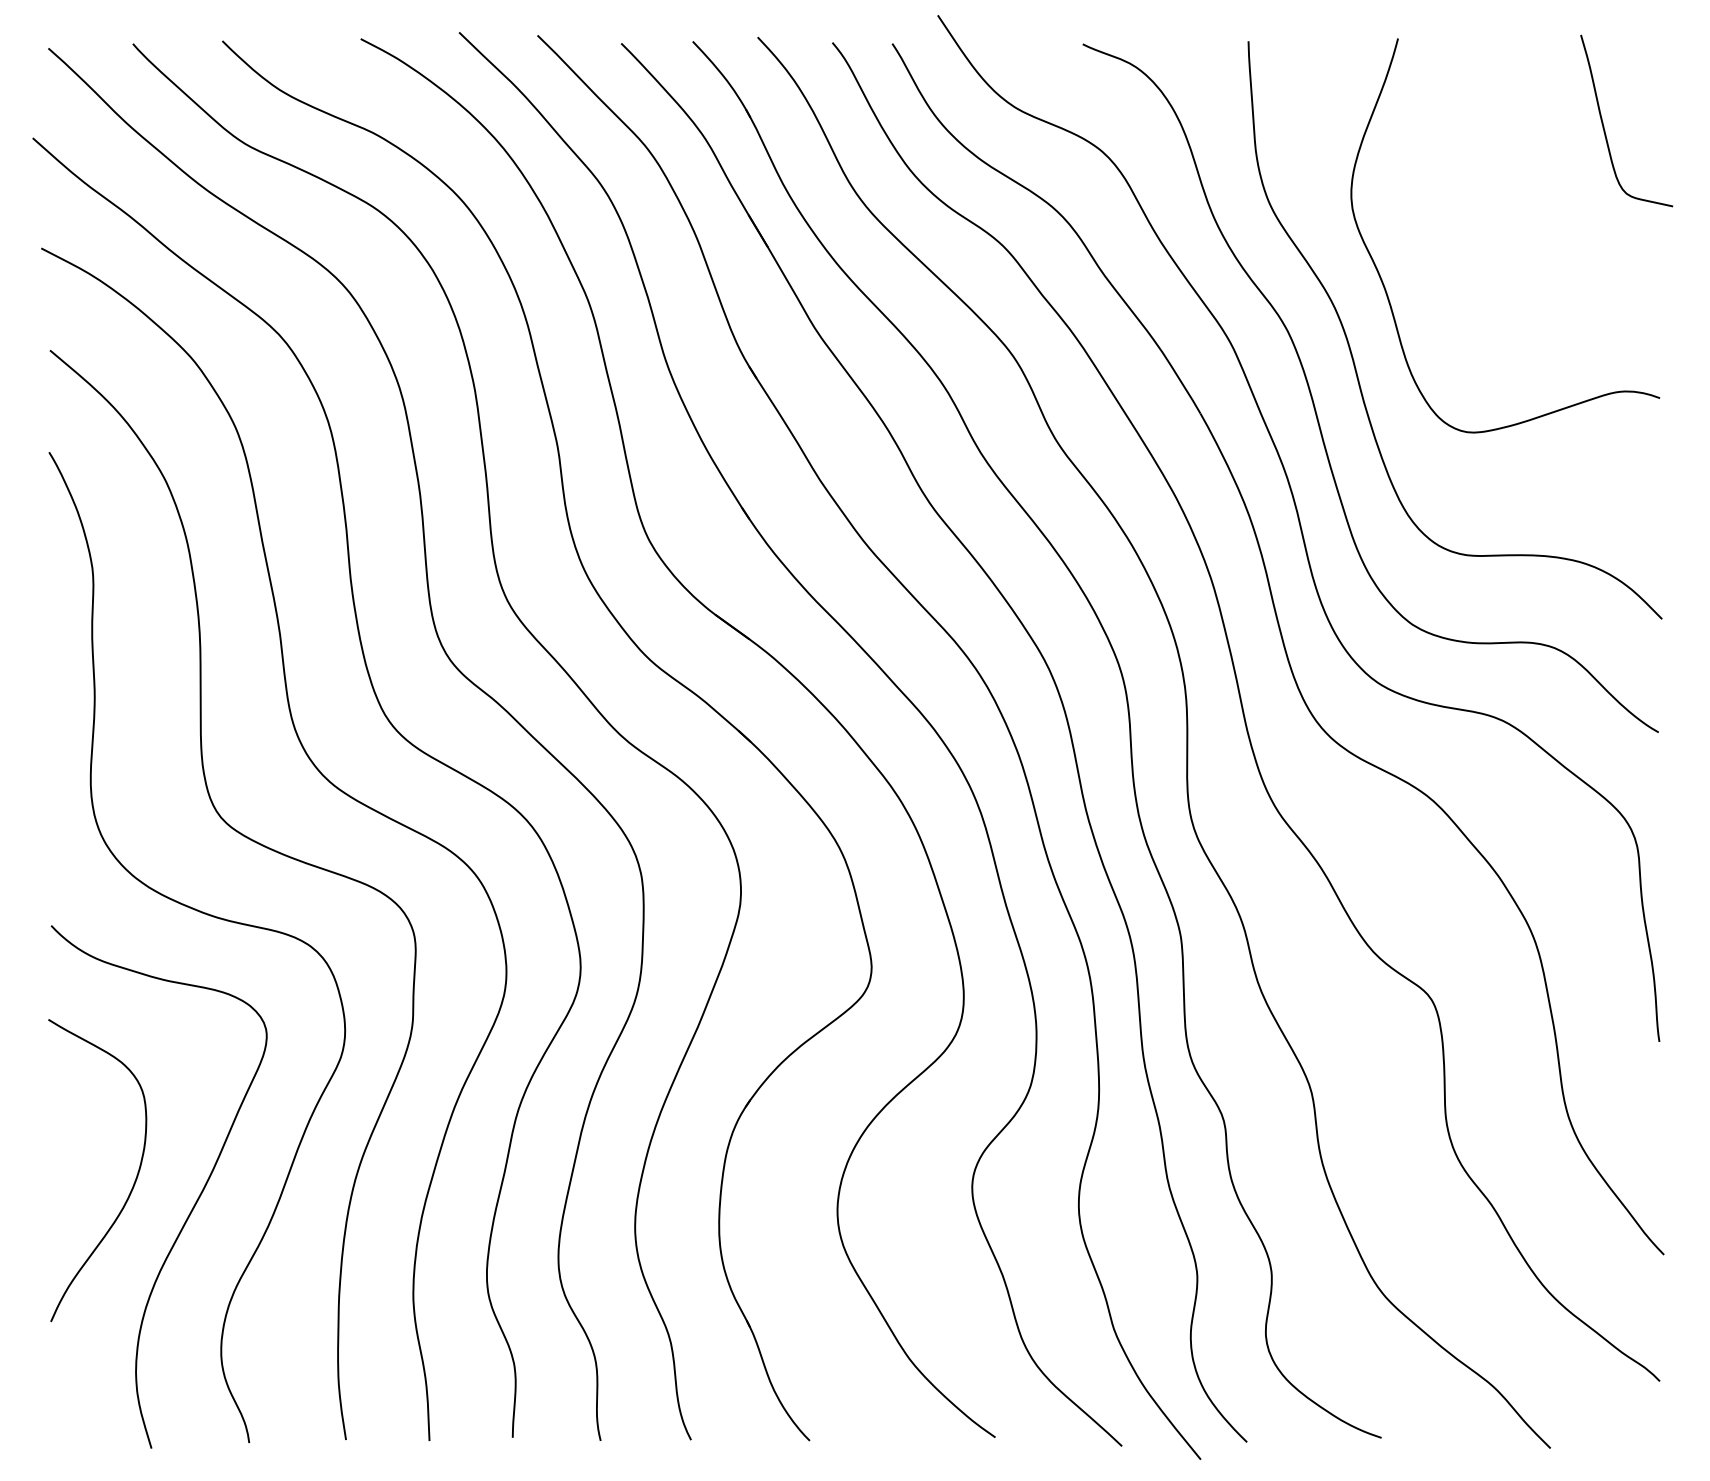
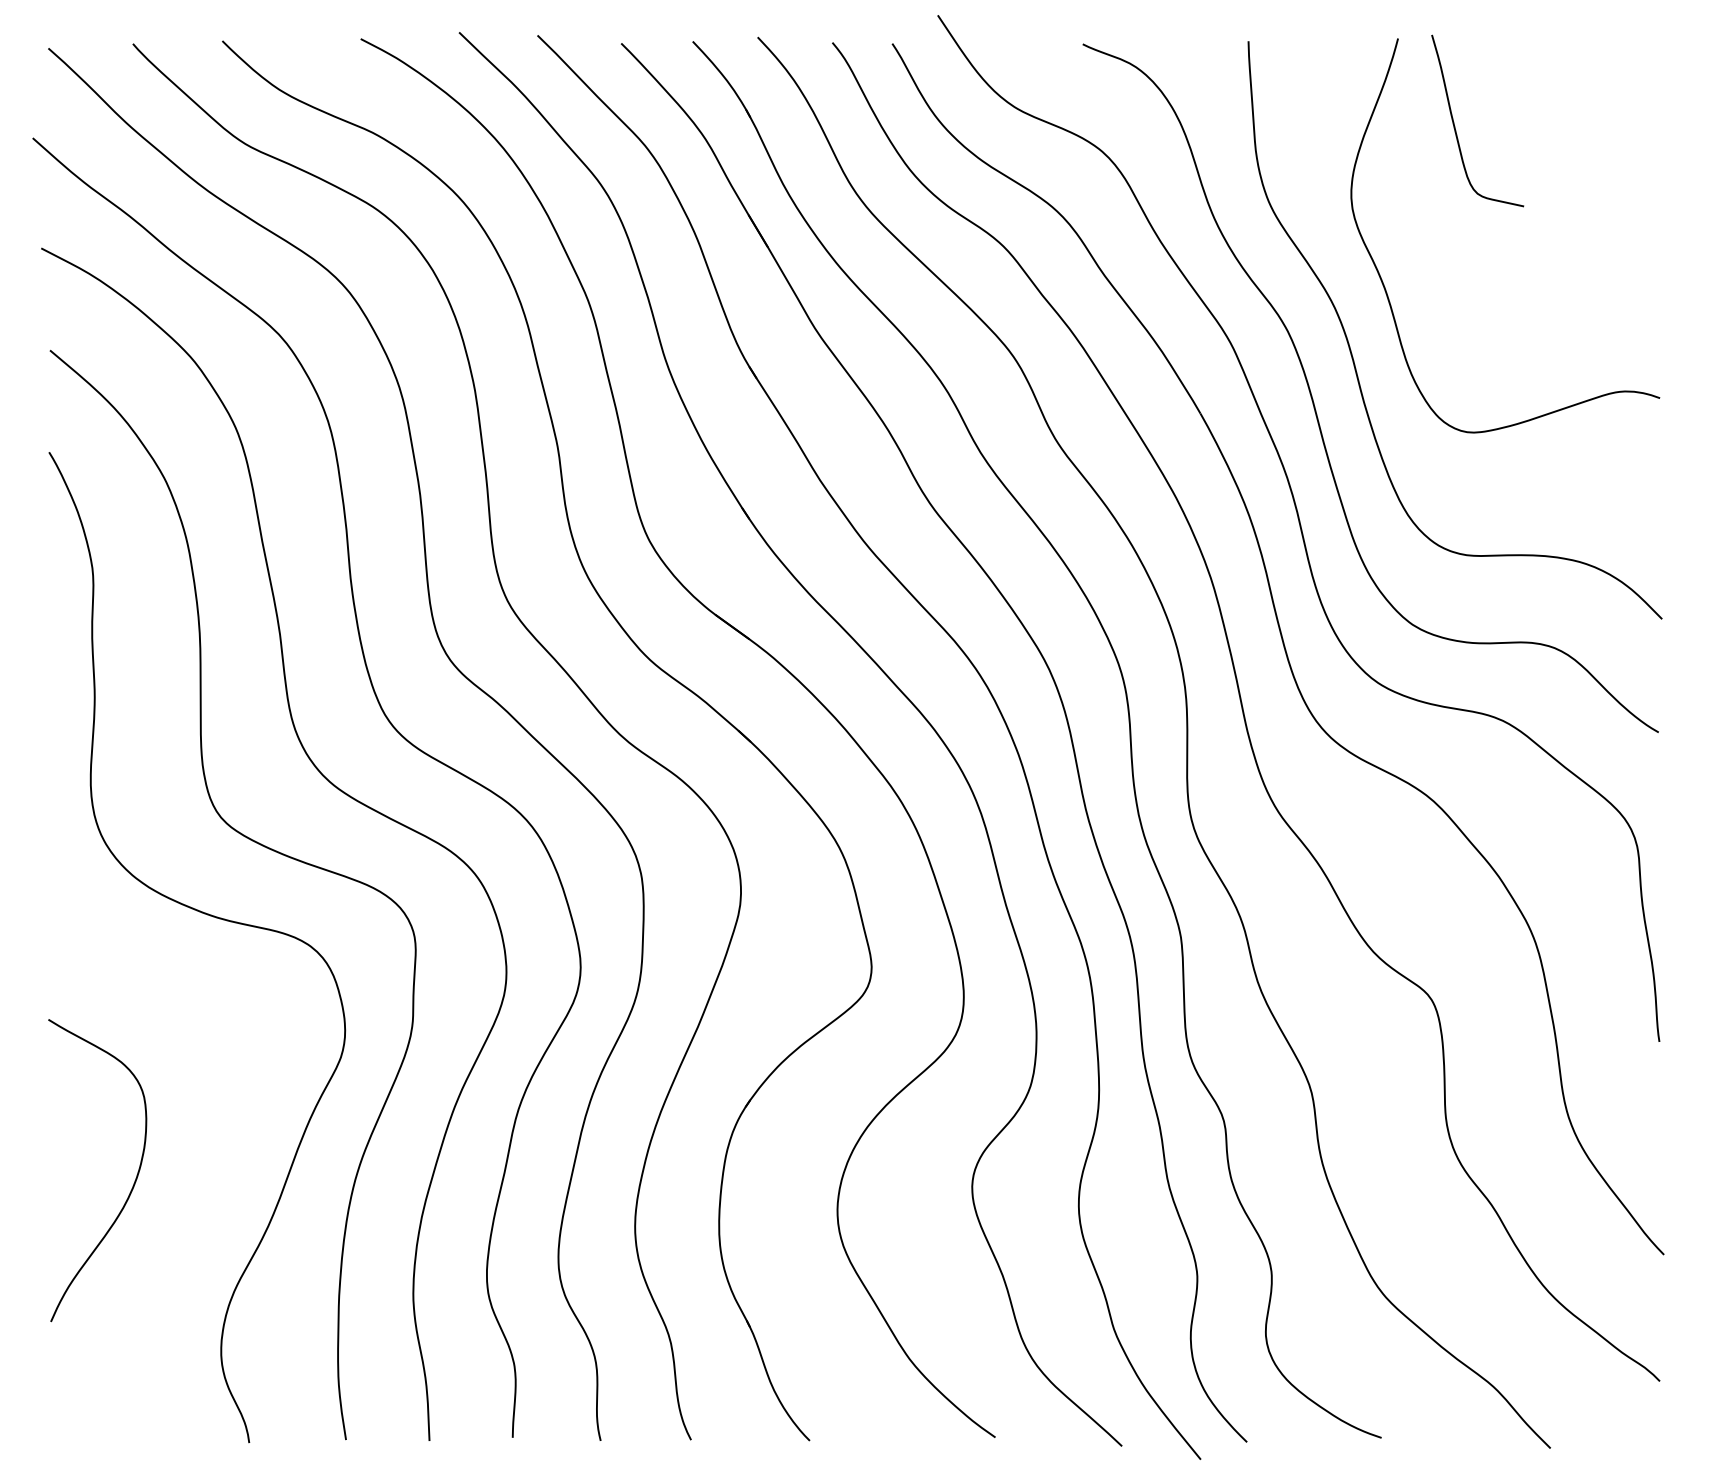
curve at (1604, 126) position: (1604, 126) -> (1455, 126)
curve at (194, 1203): present -> none
